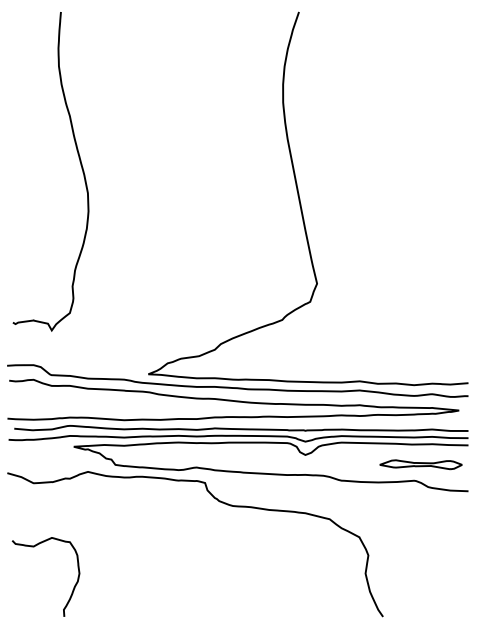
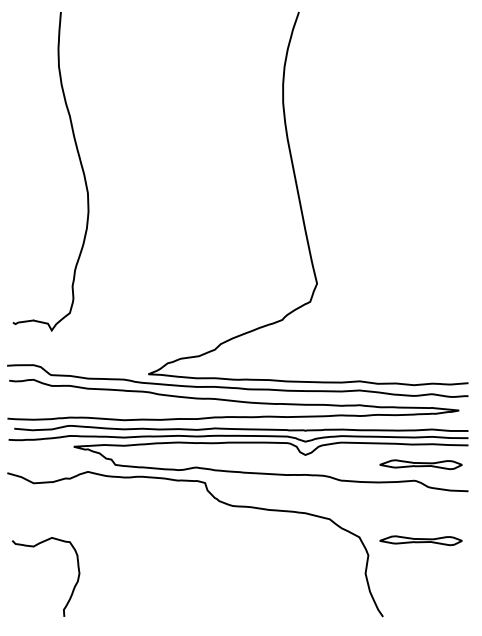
part at (420, 540): none -> present
